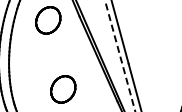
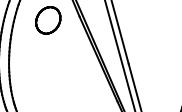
line at (120, 55): dashed -> solid
part at (63, 89): present -> none
